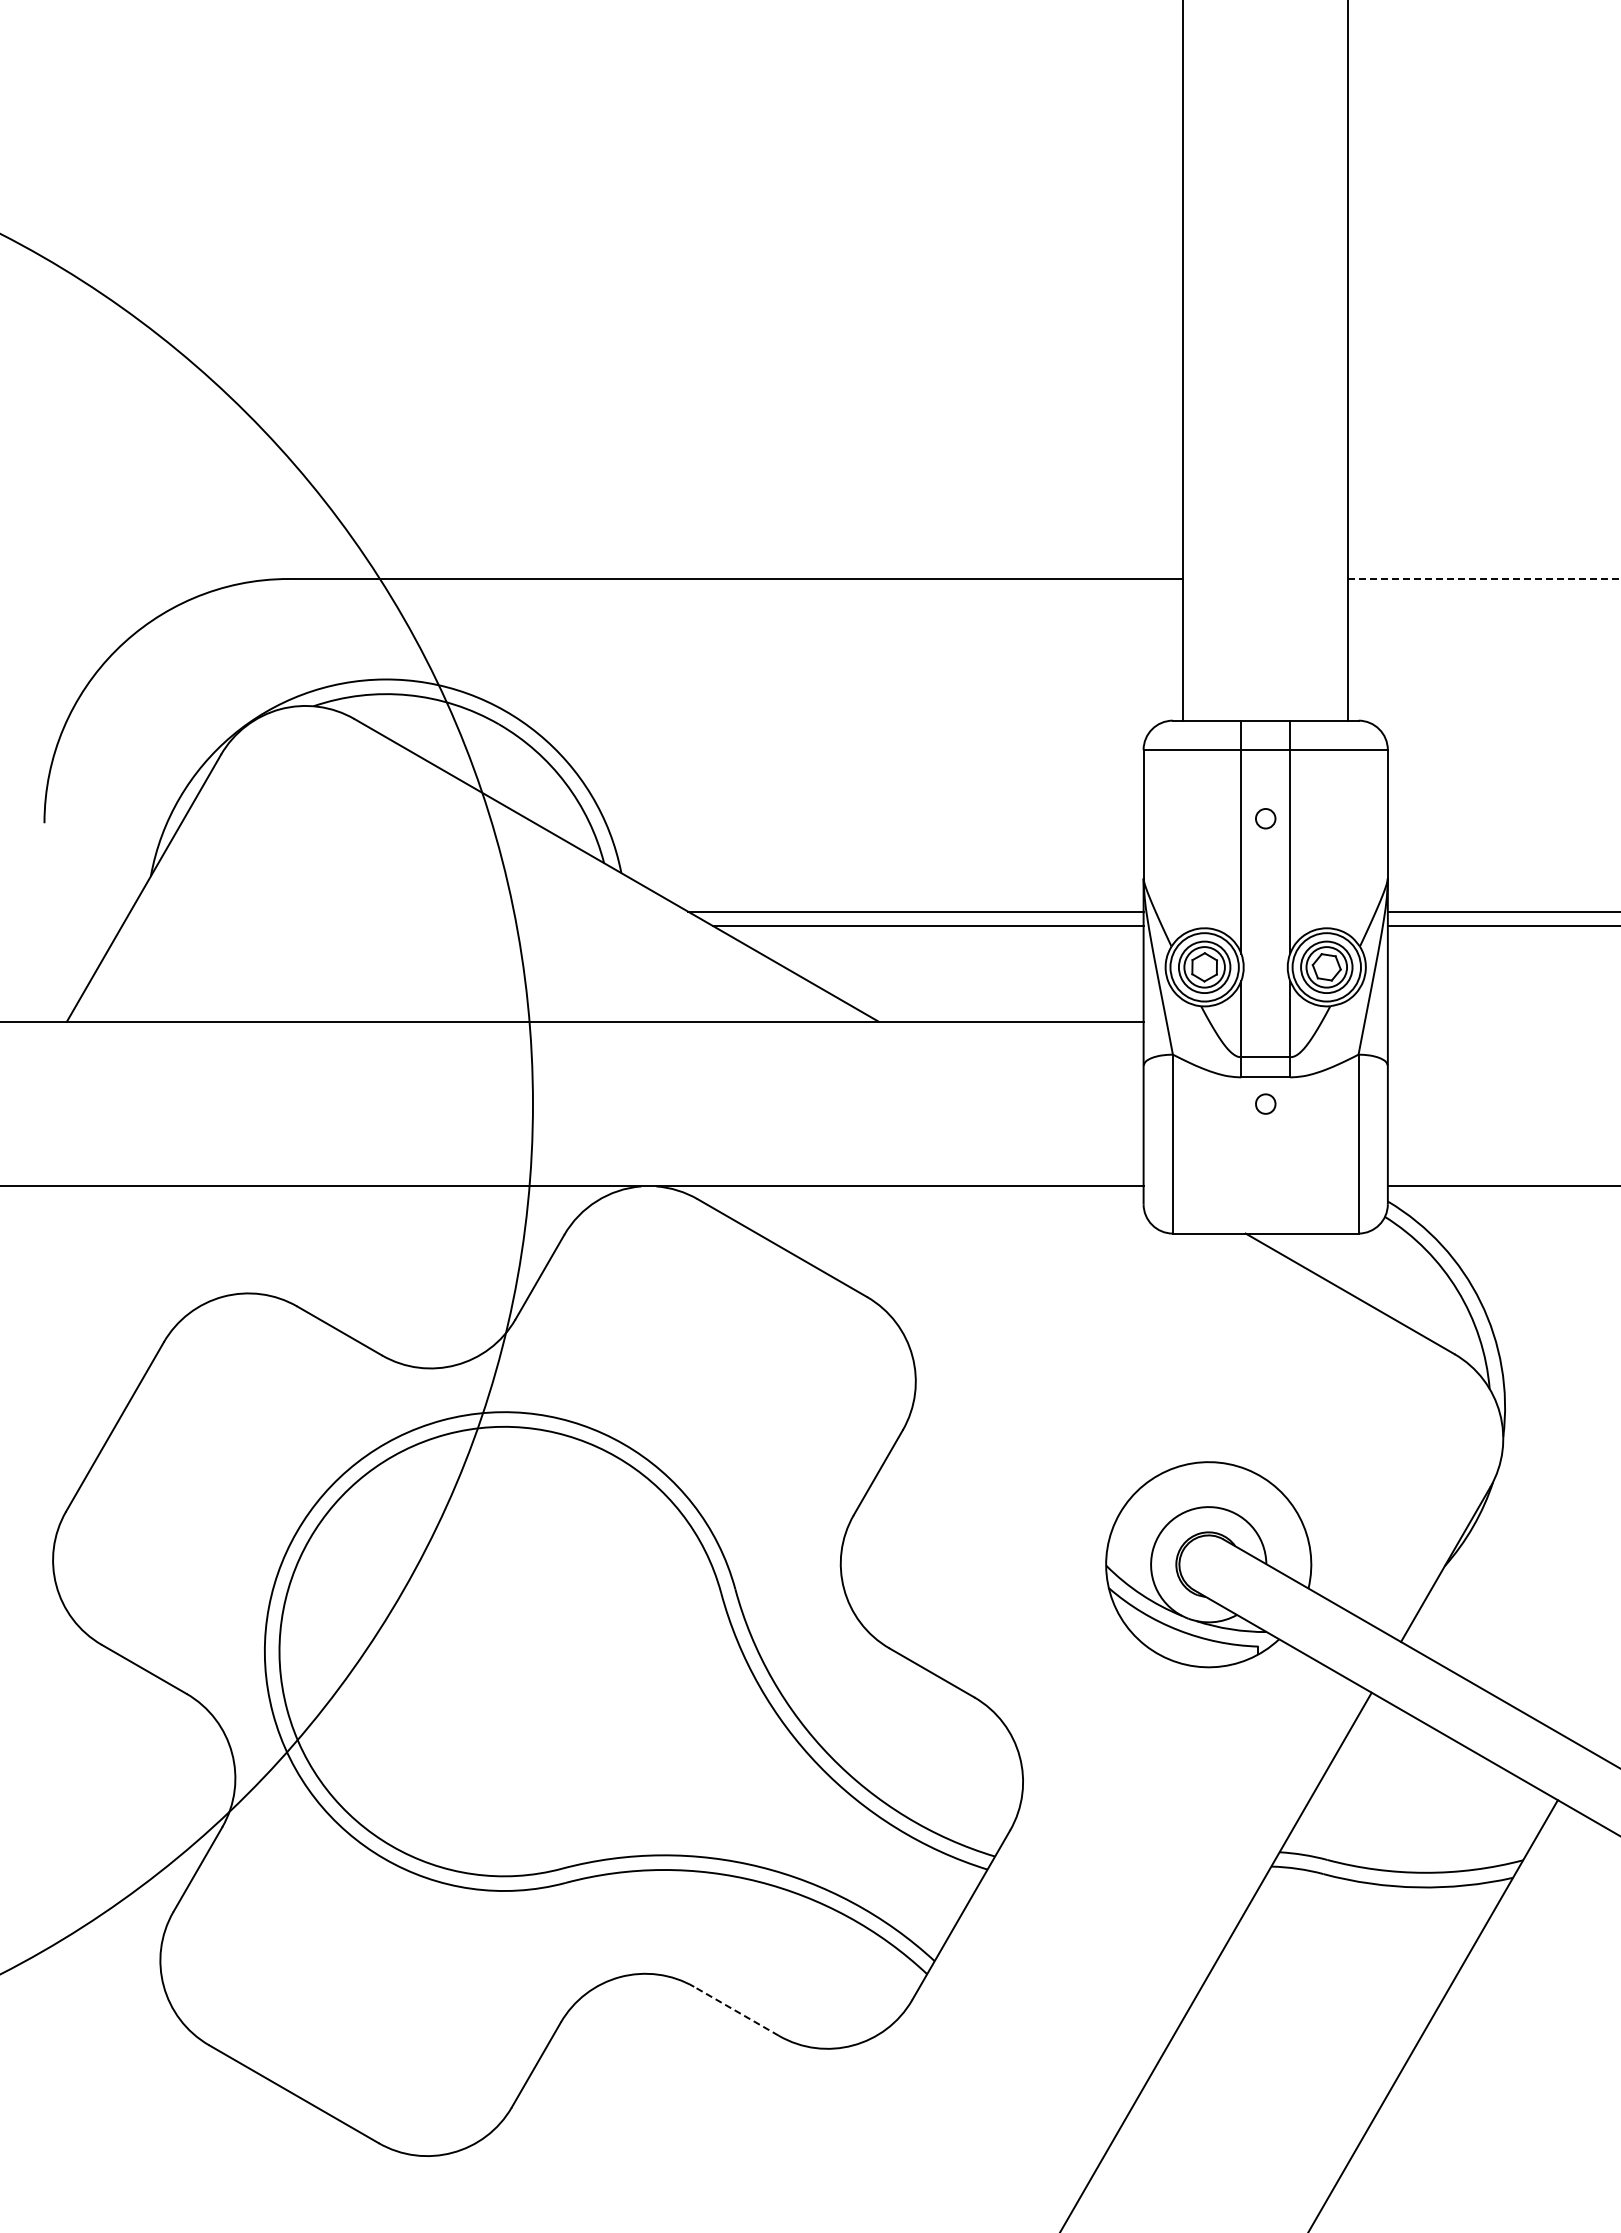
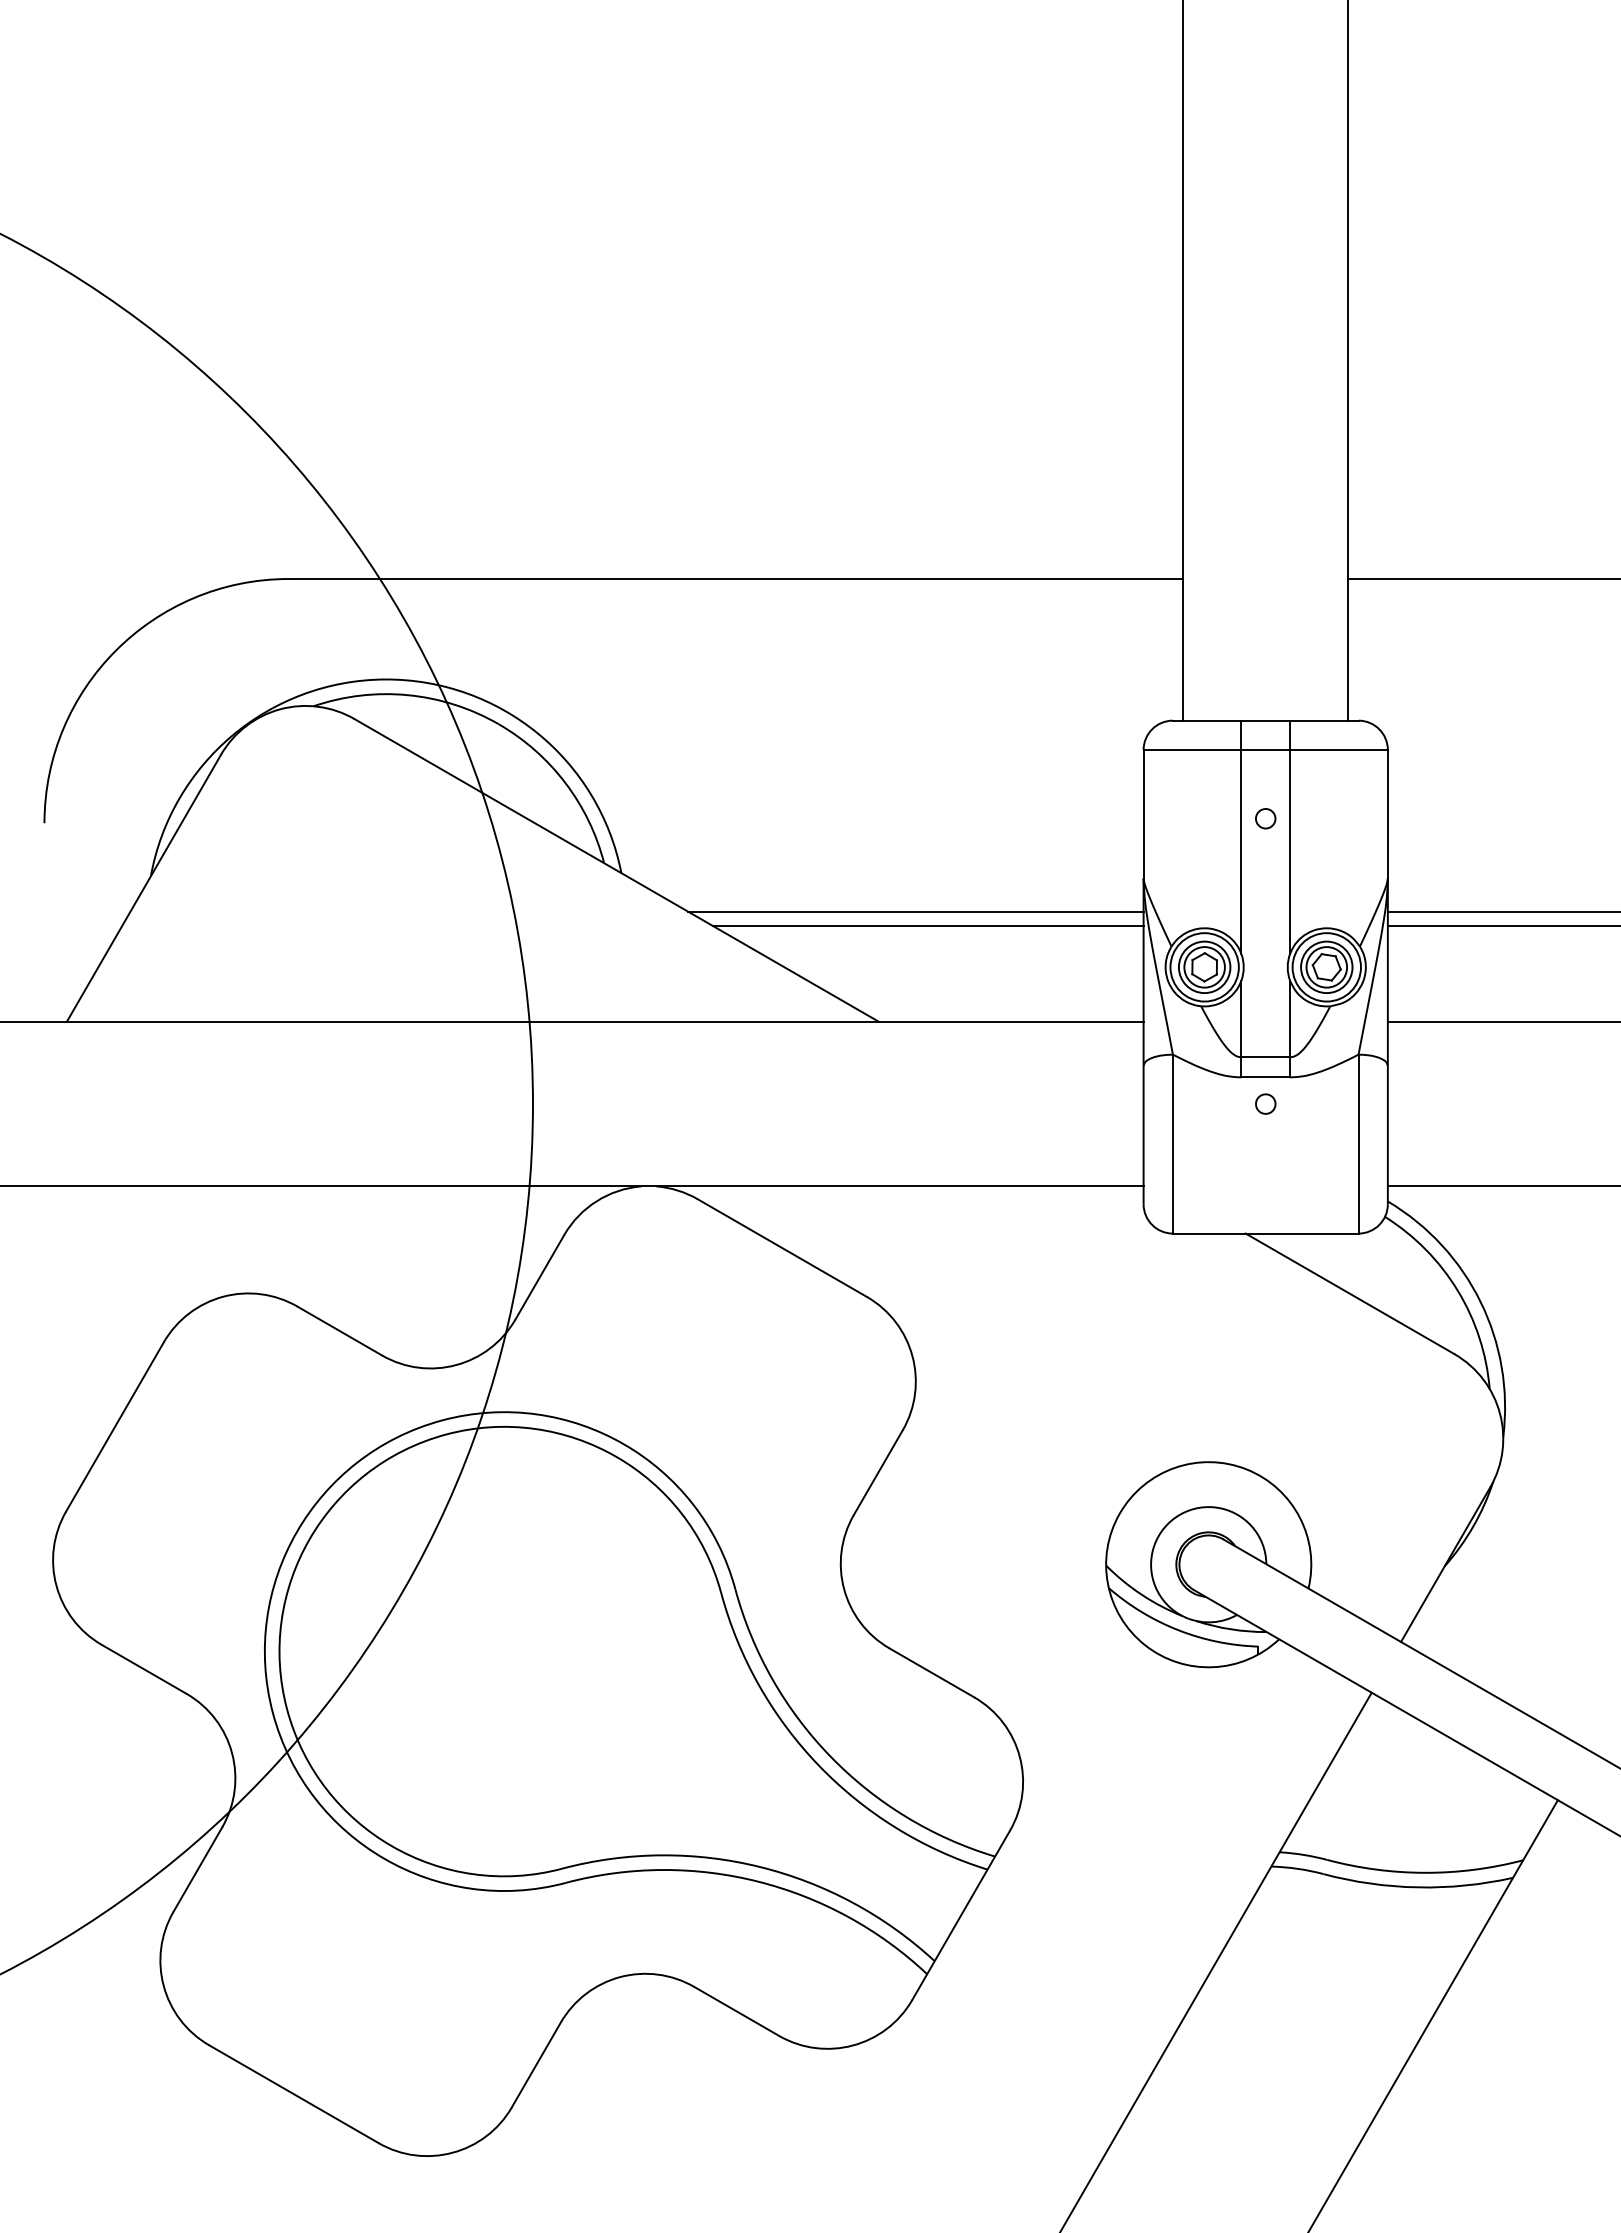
line at (1484, 579): dashed -> solid
line at (1502, 1021): none -> present
line at (736, 2011): dashed -> solid
